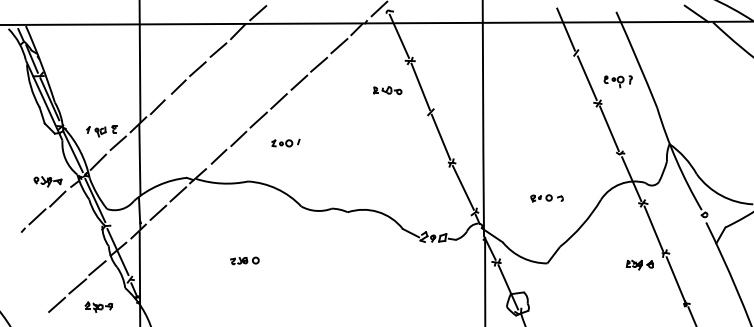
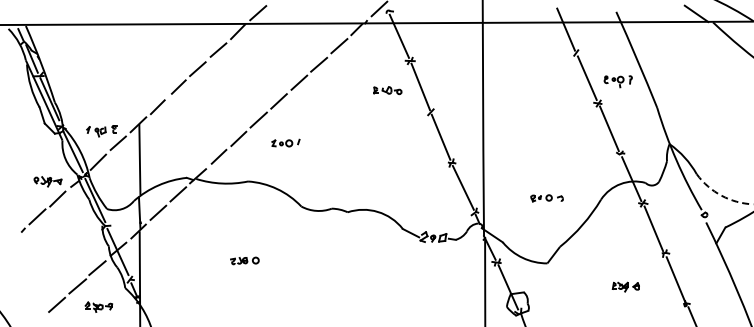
line at (139, 62): present -> none
arc at (721, 195): solid -> dashed
part at (639, 264) position: (639, 264) -> (625, 286)
